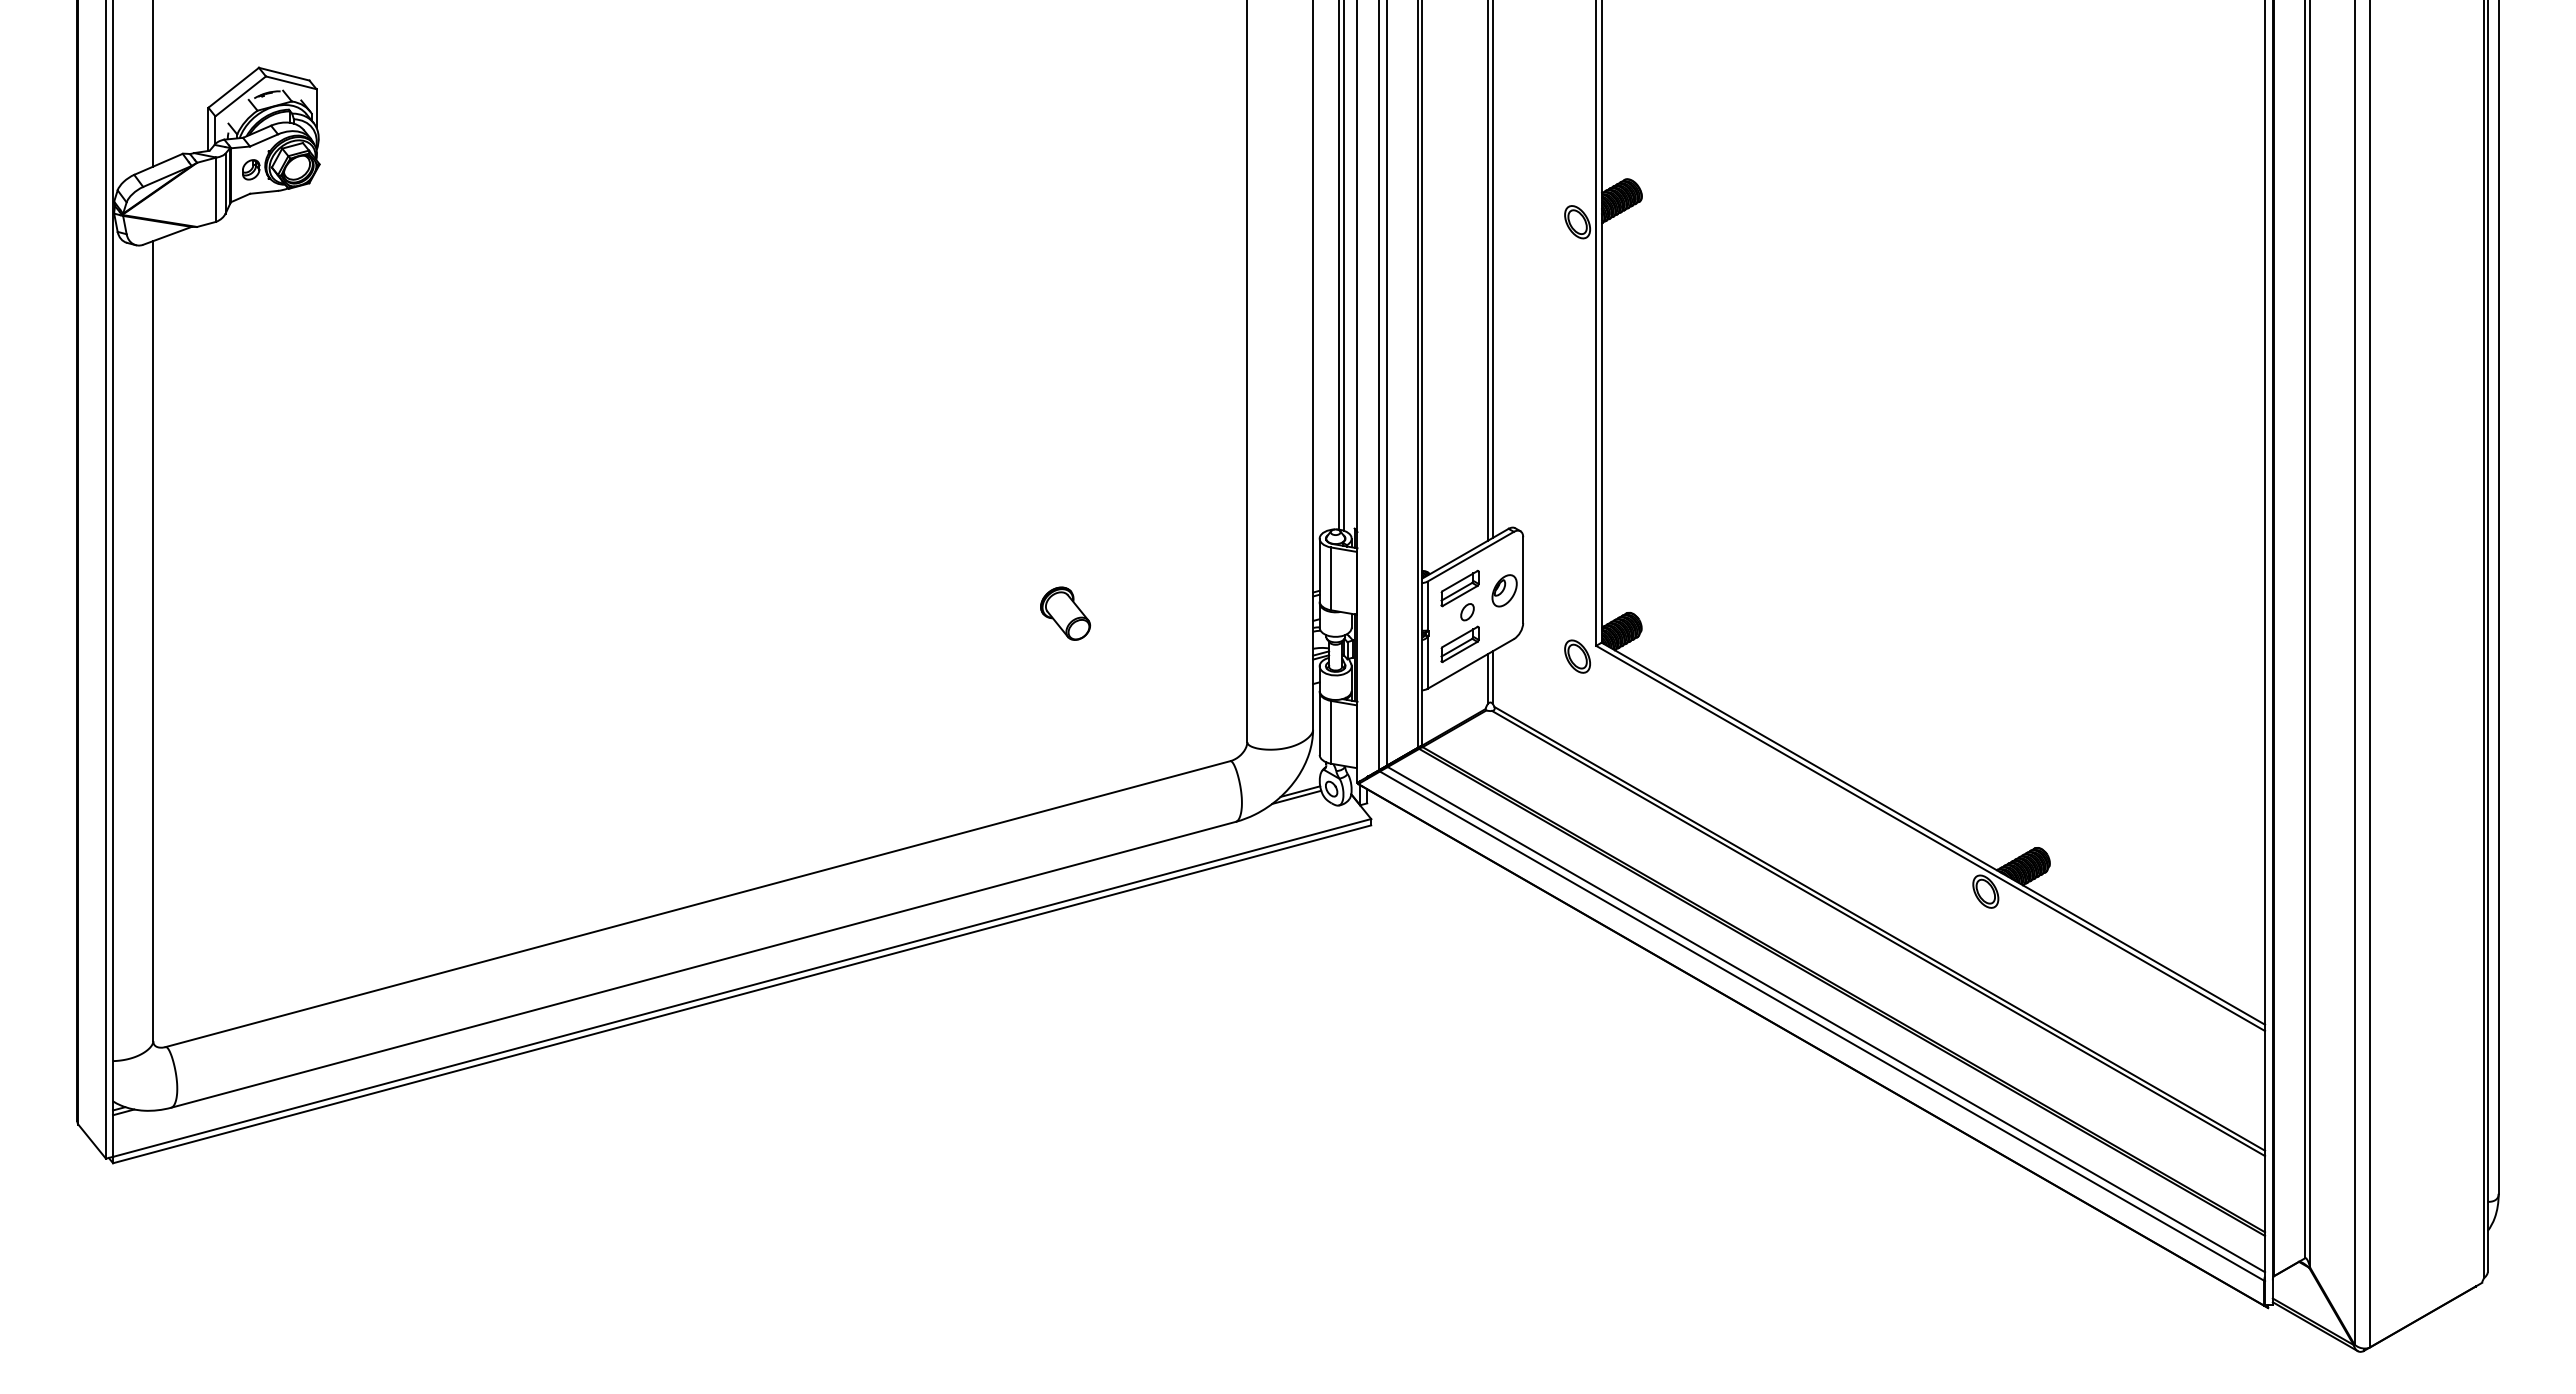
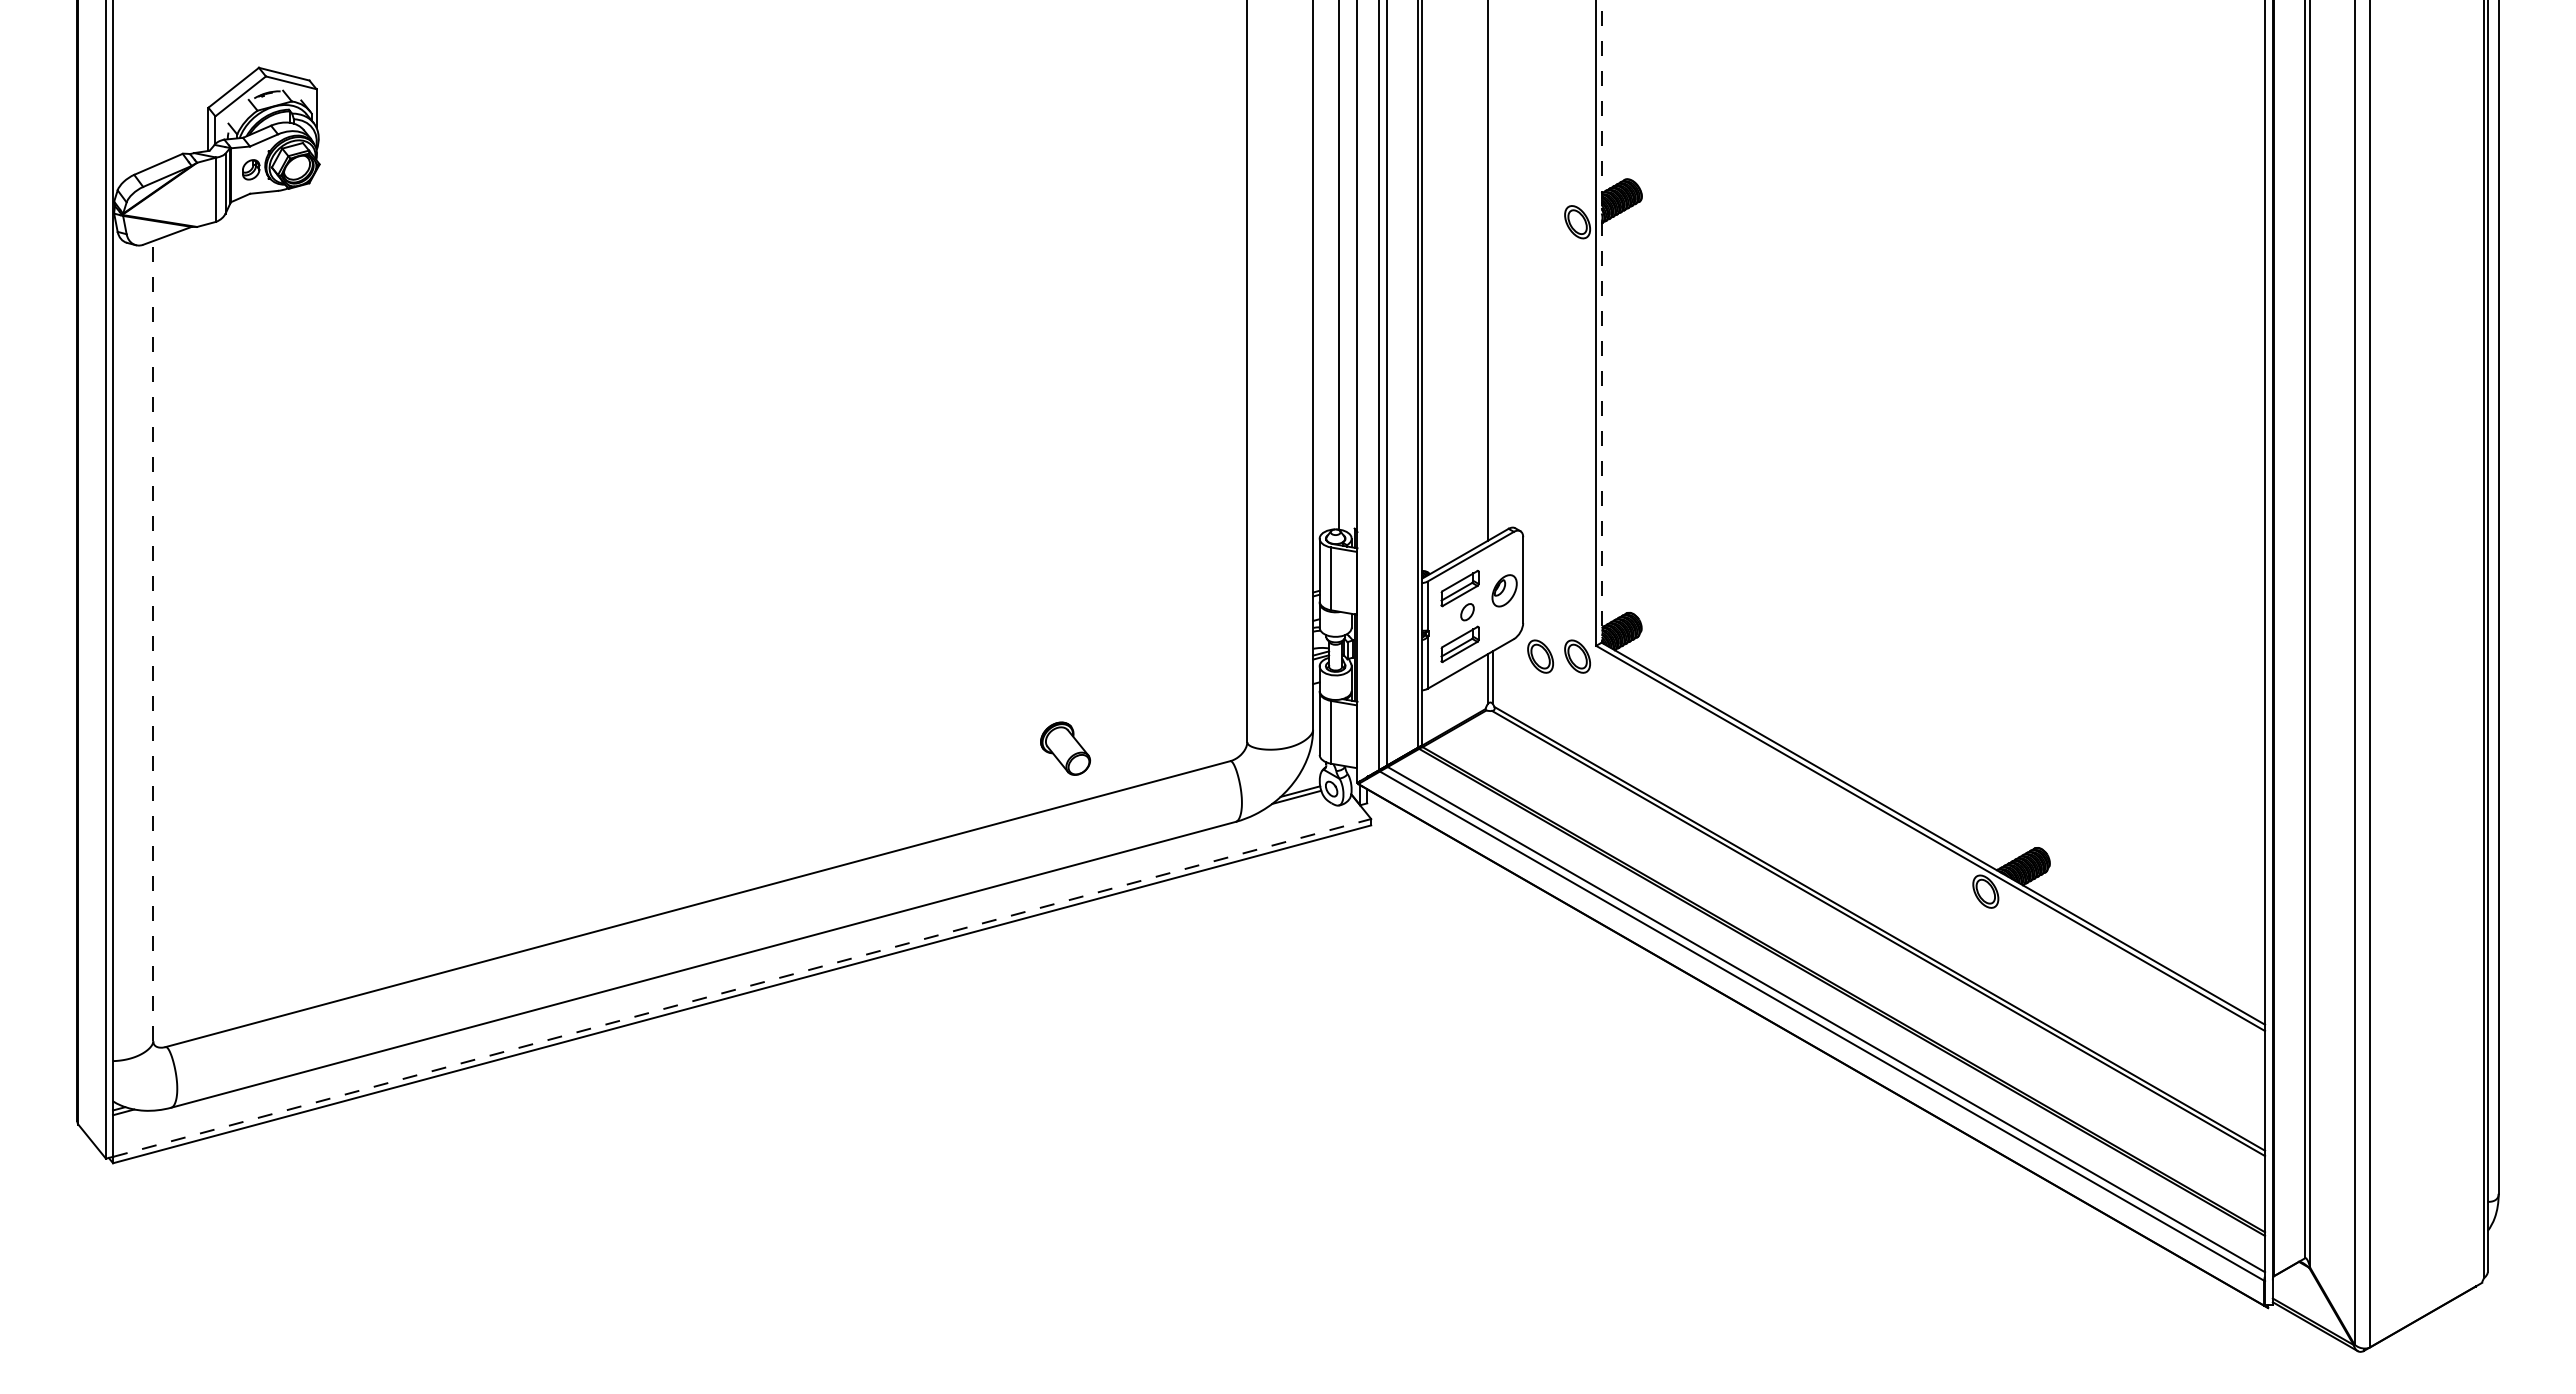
line at (153, 84): present -> none
line at (1343, 266): present -> none
line at (1492, 270): present -> none
line at (1601, 321): solid -> dashed
part at (1065, 613) position: (1065, 613) -> (1065, 748)
line at (153, 640): solid -> dashed
part at (1540, 656): none -> present
line at (742, 987): solid -> dashed
